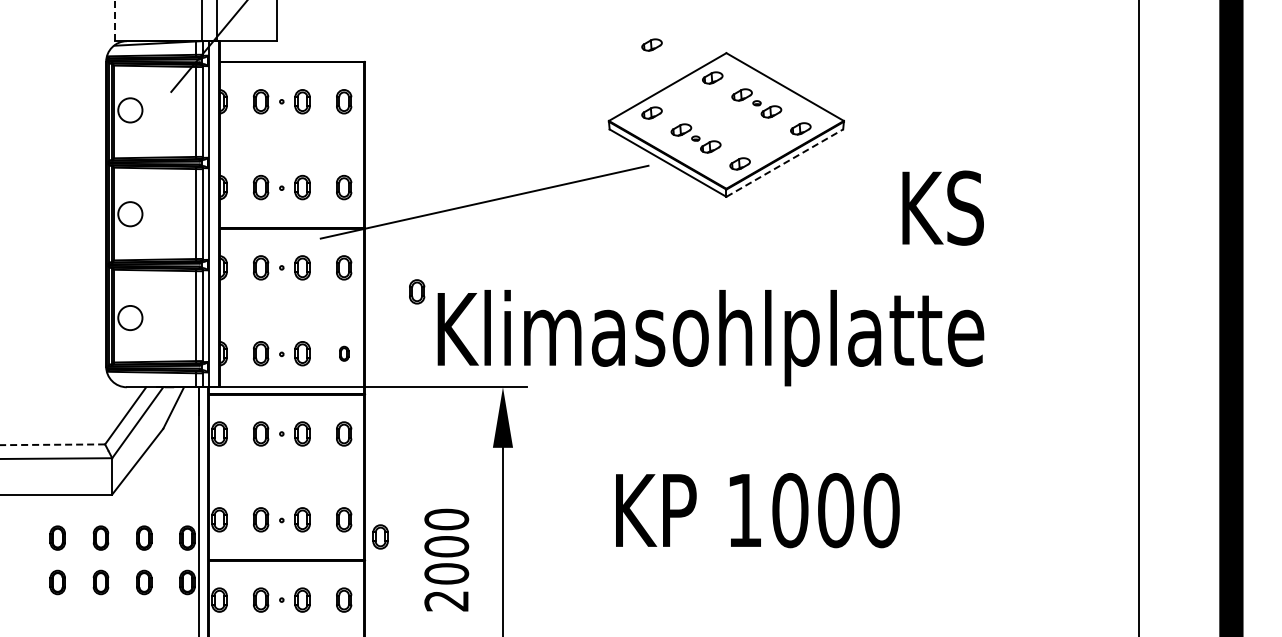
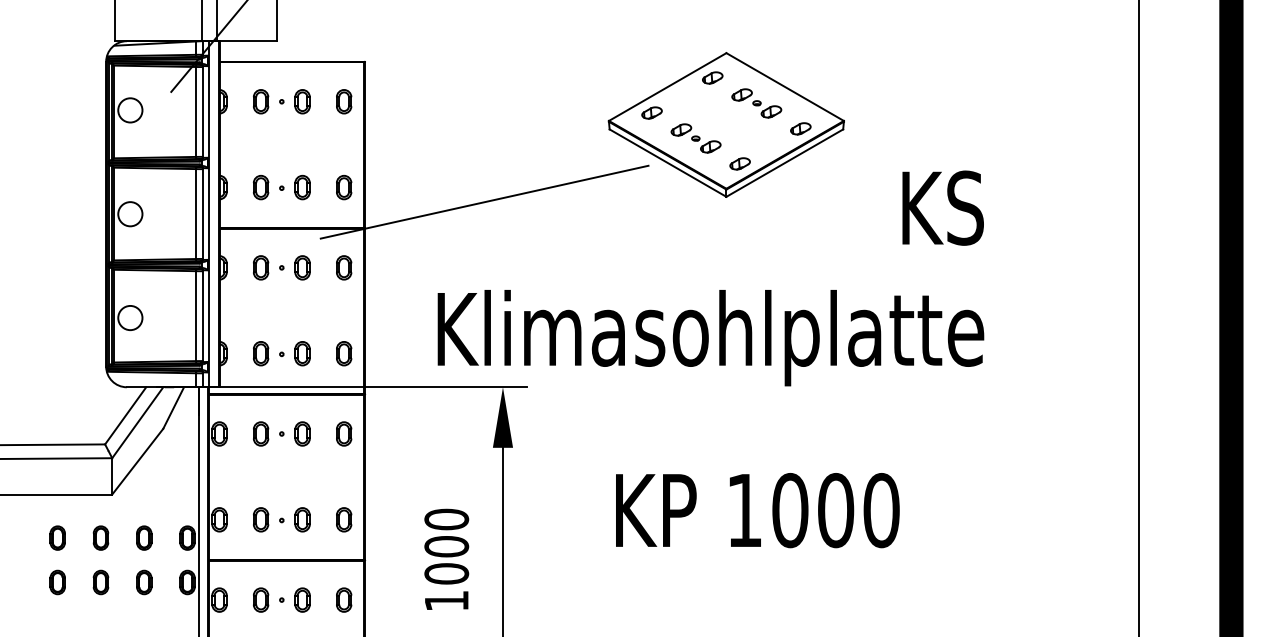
line at (115, 20): dashed -> solid
part at (651, 44): present -> none
line at (785, 162): dashed -> solid
part at (417, 291): present -> none
part at (344, 353) size: 11x17 px -> 17x26 px
line at (52, 444): dashed -> solid
part at (380, 536): present -> none
text at (446, 601): 2000 -> 1000
